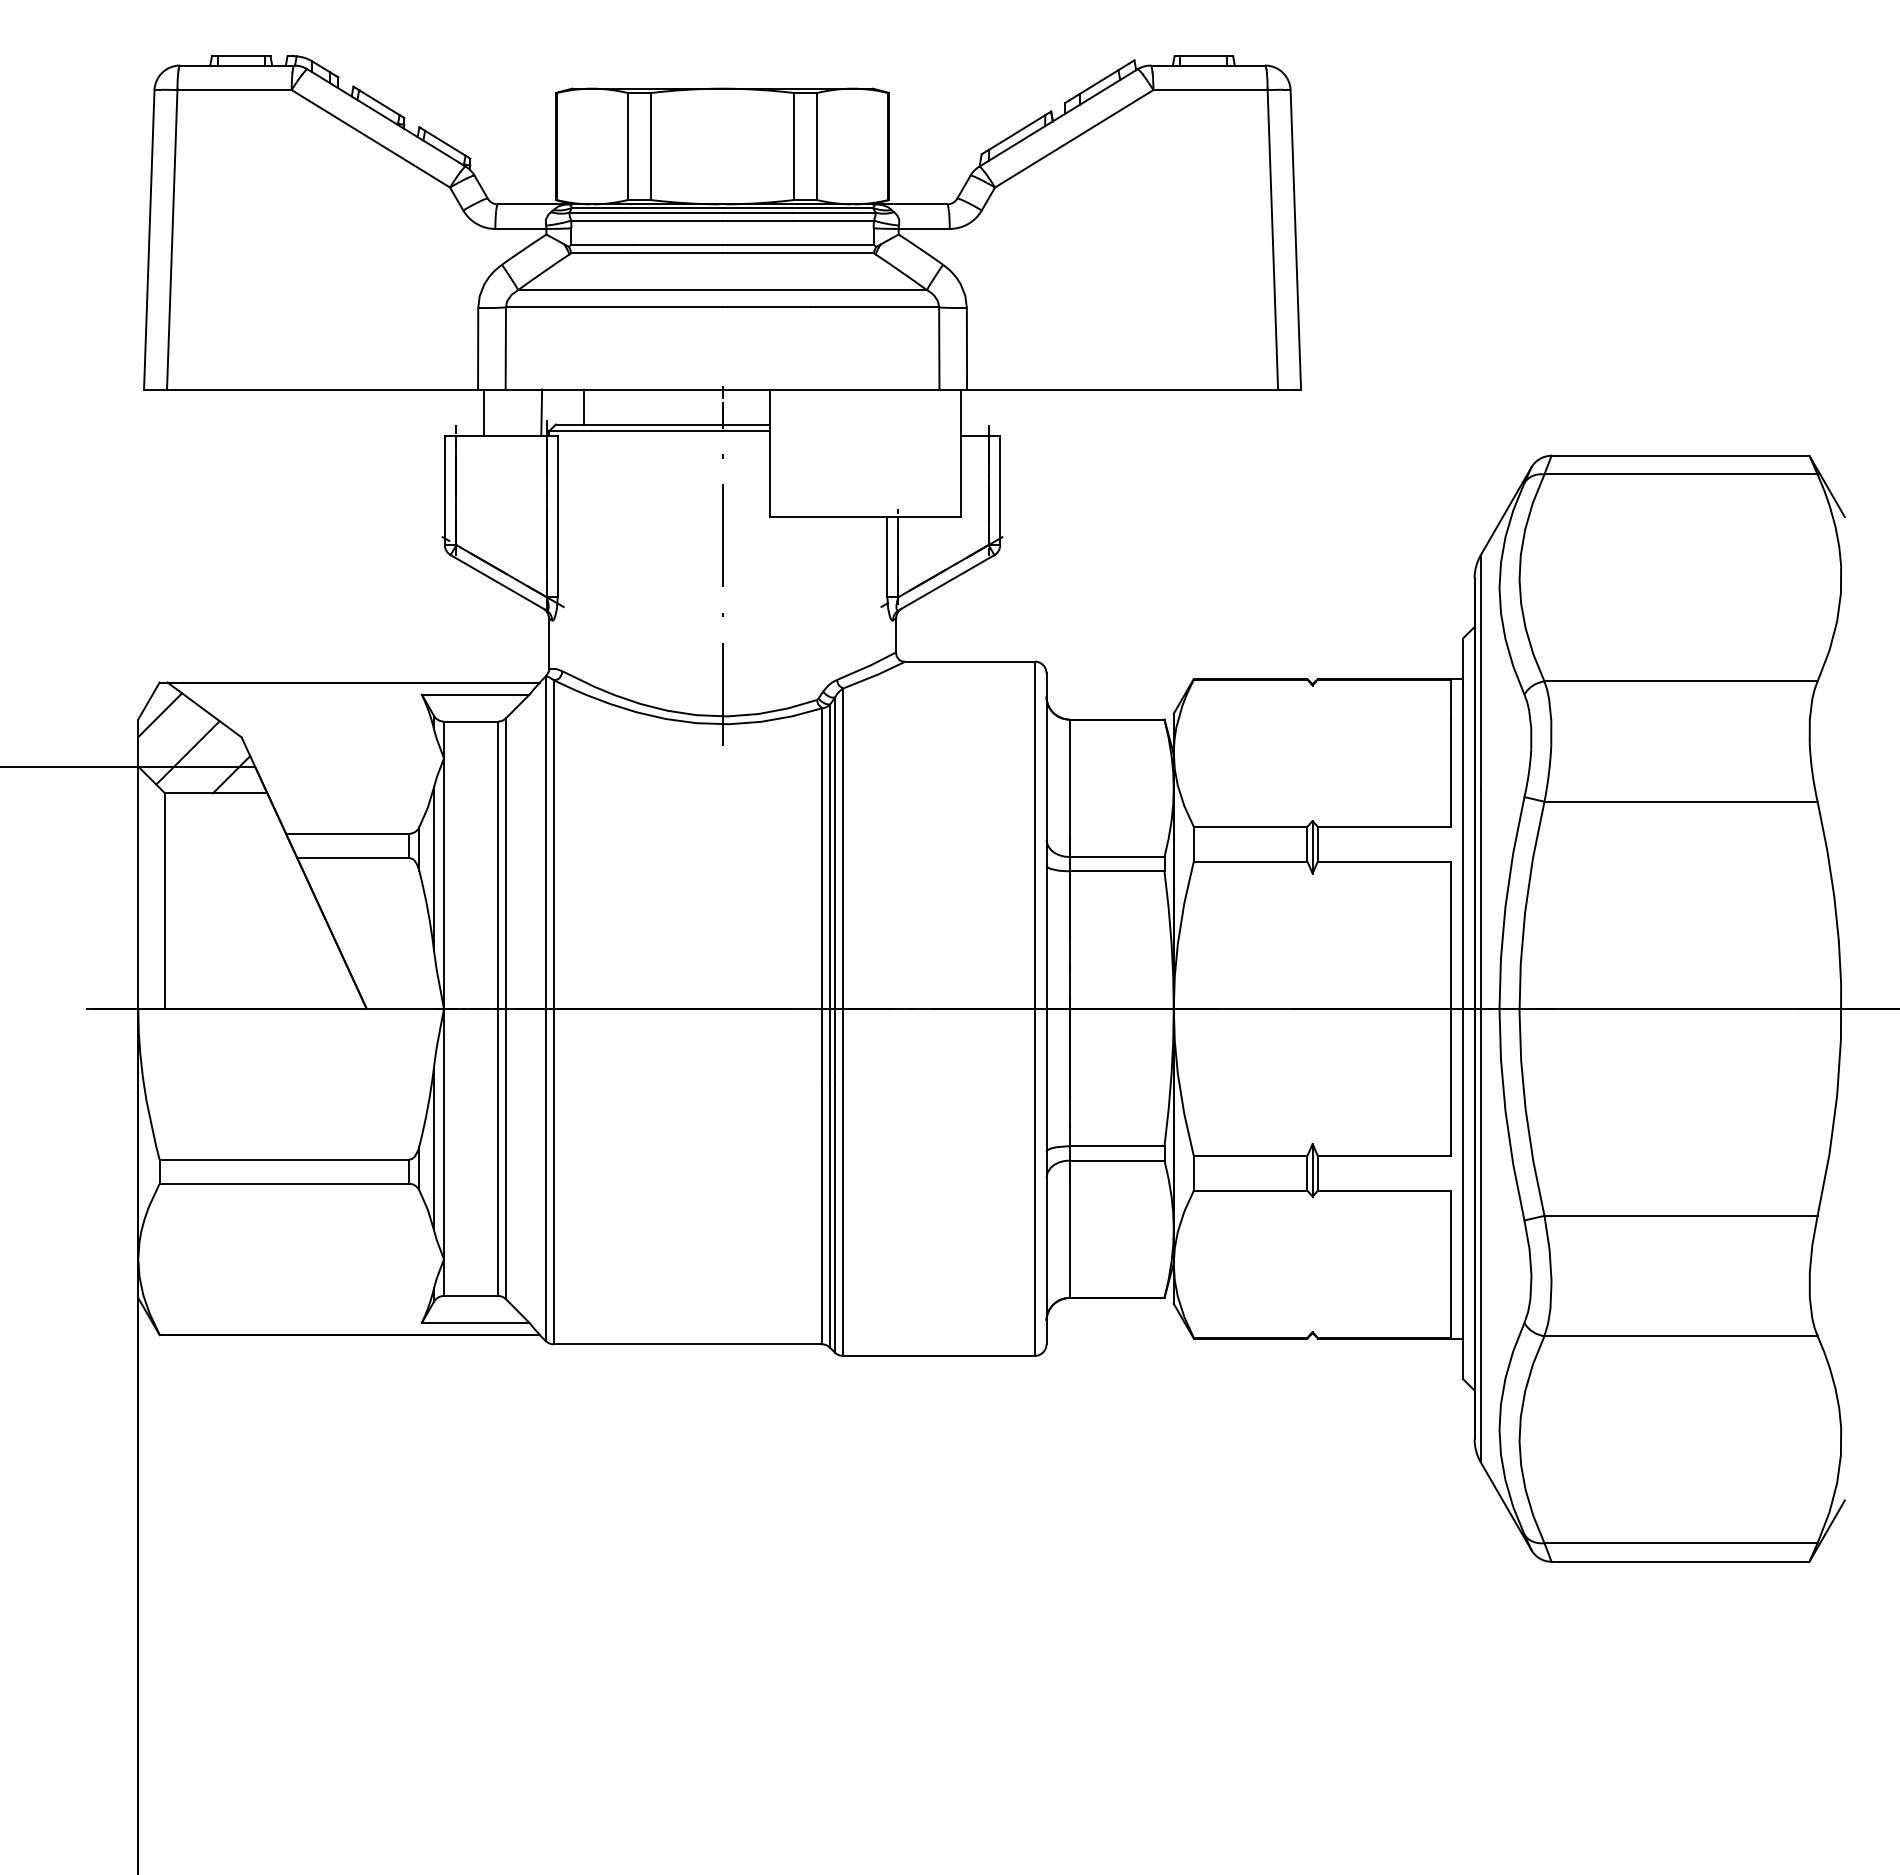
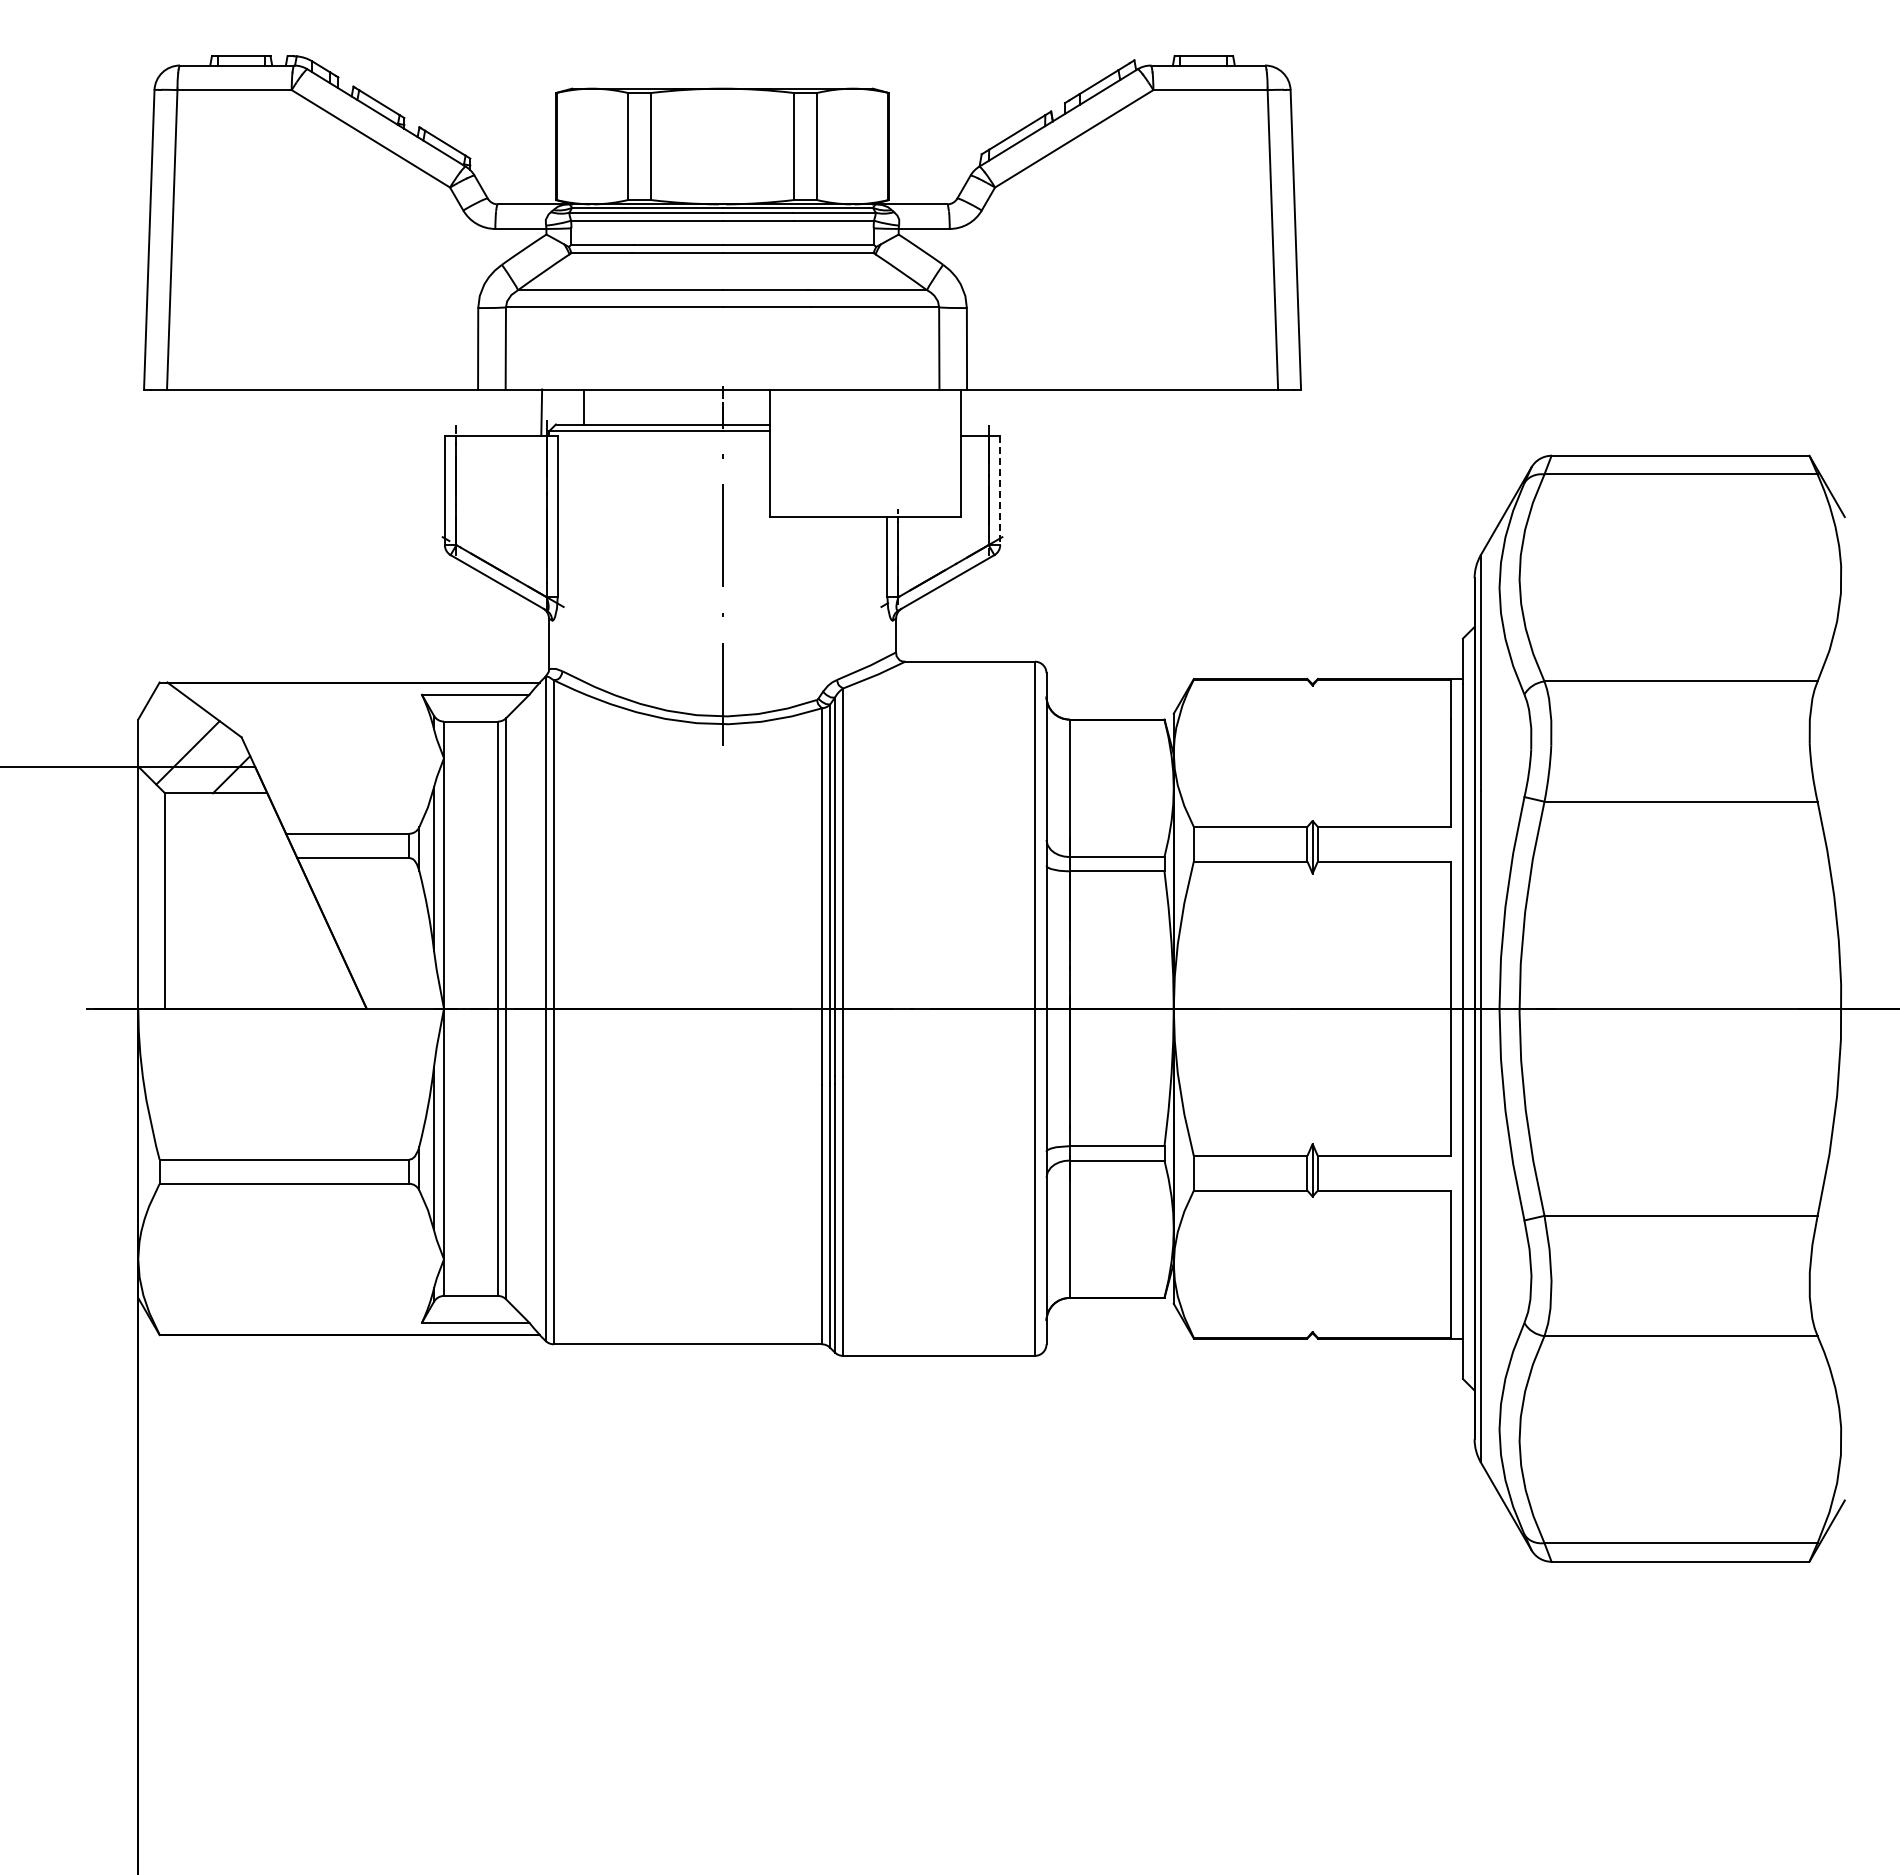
line at (484, 412): present -> none
line at (1000, 490): solid -> dashed
line at (160, 715): present -> none
